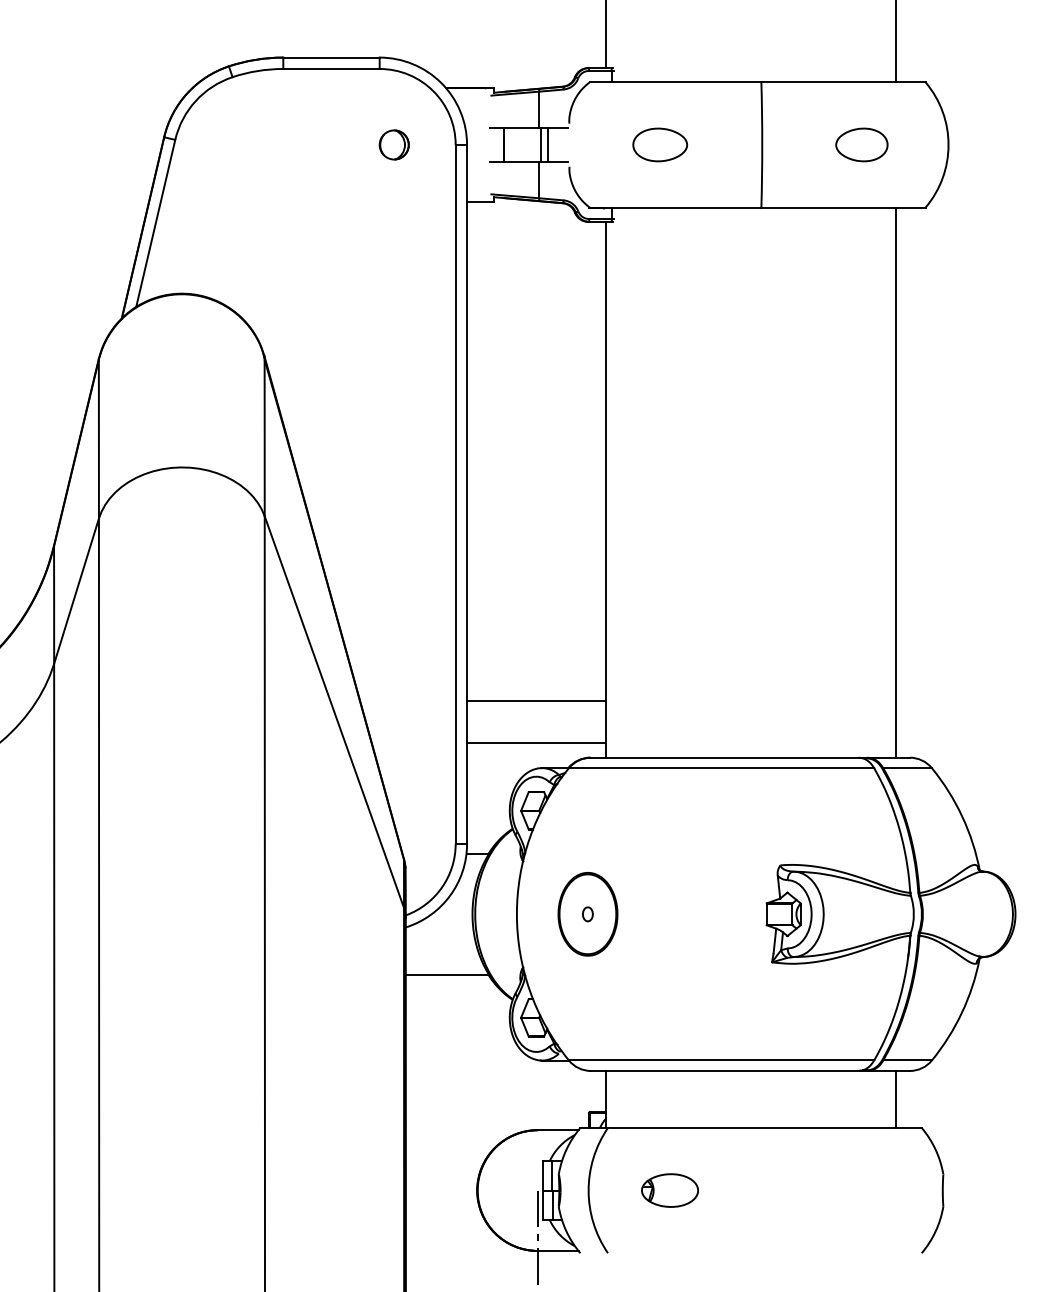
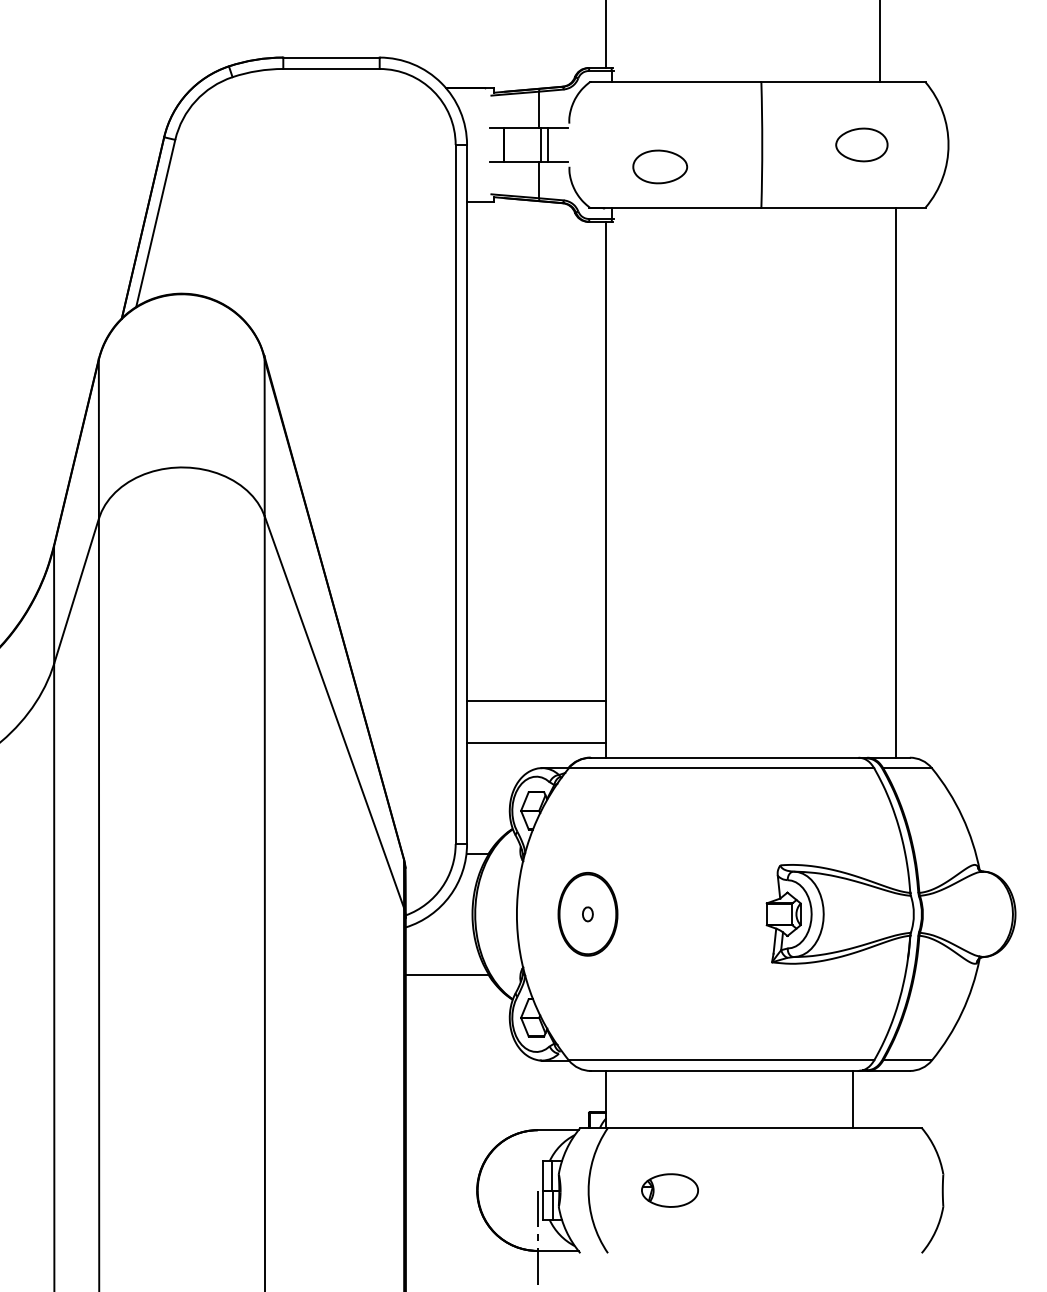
line at (895, 42) position: (895, 42) -> (879, 42)
part at (393, 144): present -> none
part at (660, 144) position: (660, 144) -> (660, 166)
line at (895, 1098) position: (895, 1098) -> (852, 1098)
